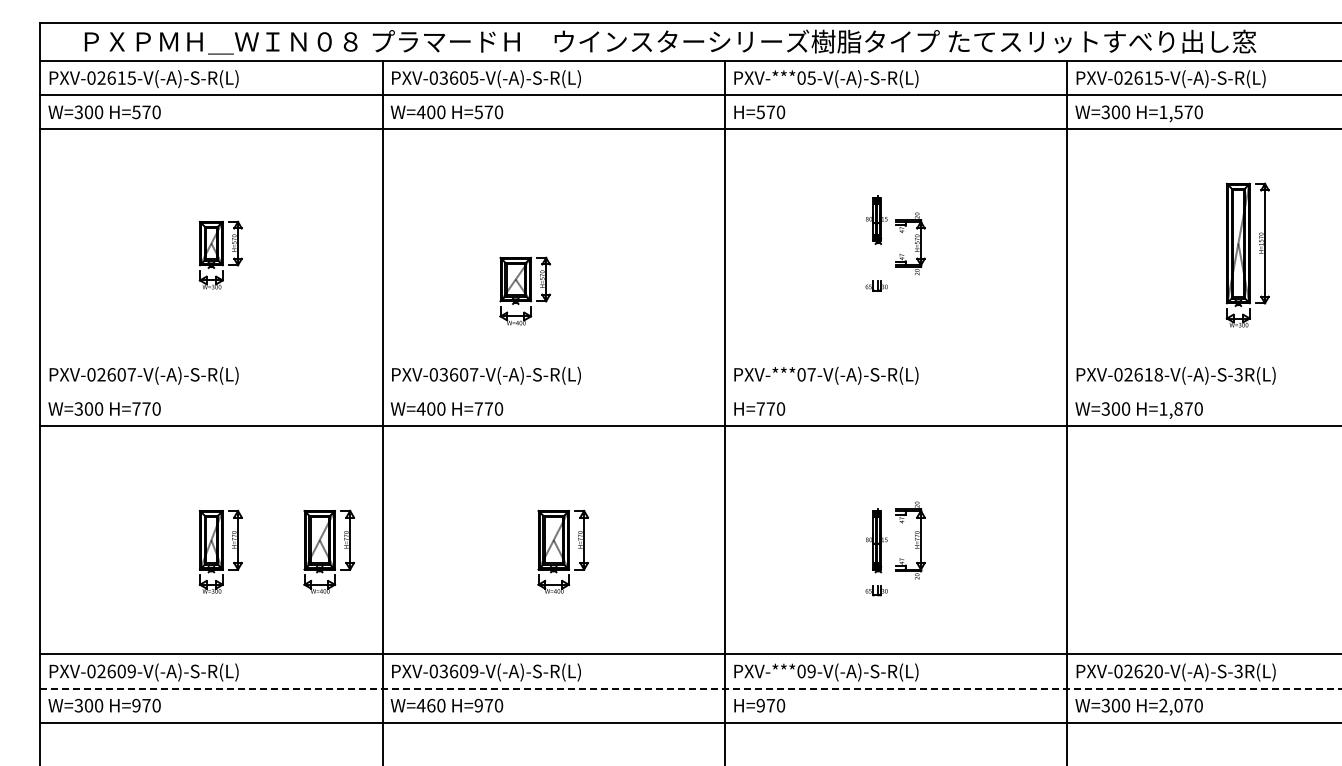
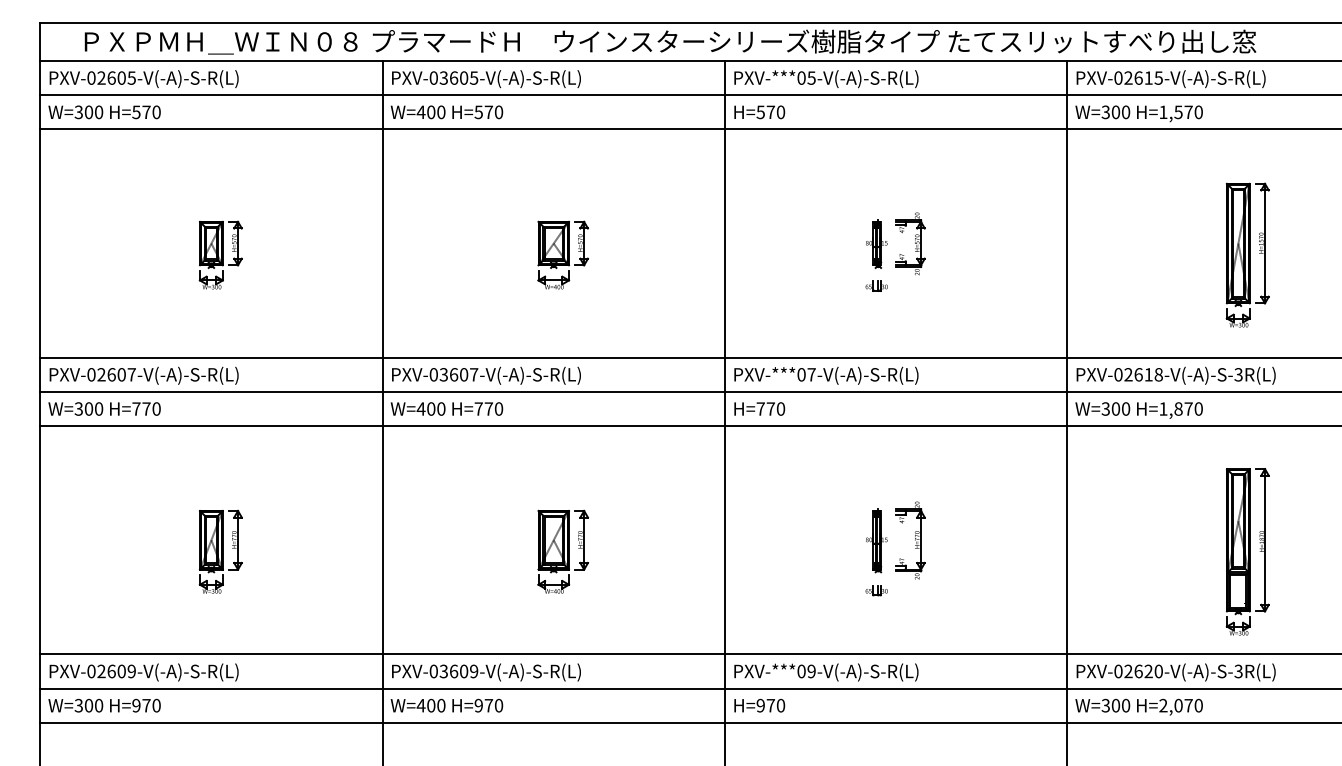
text at (121, 77): PXV-02615-V(-A)-S-R(L) -> PXV-02605-V(-A)-S-R(L)
part at (876, 219) position: (876, 219) -> (876, 243)
part at (524, 290) position: (524, 290) -> (562, 254)
line at (689, 357): none -> present
line at (689, 391): none -> present
part at (328, 551): present -> none
part at (1247, 551): none -> present
line at (691, 688): dashed -> solid
text at (431, 705): W=460 -> W=400
